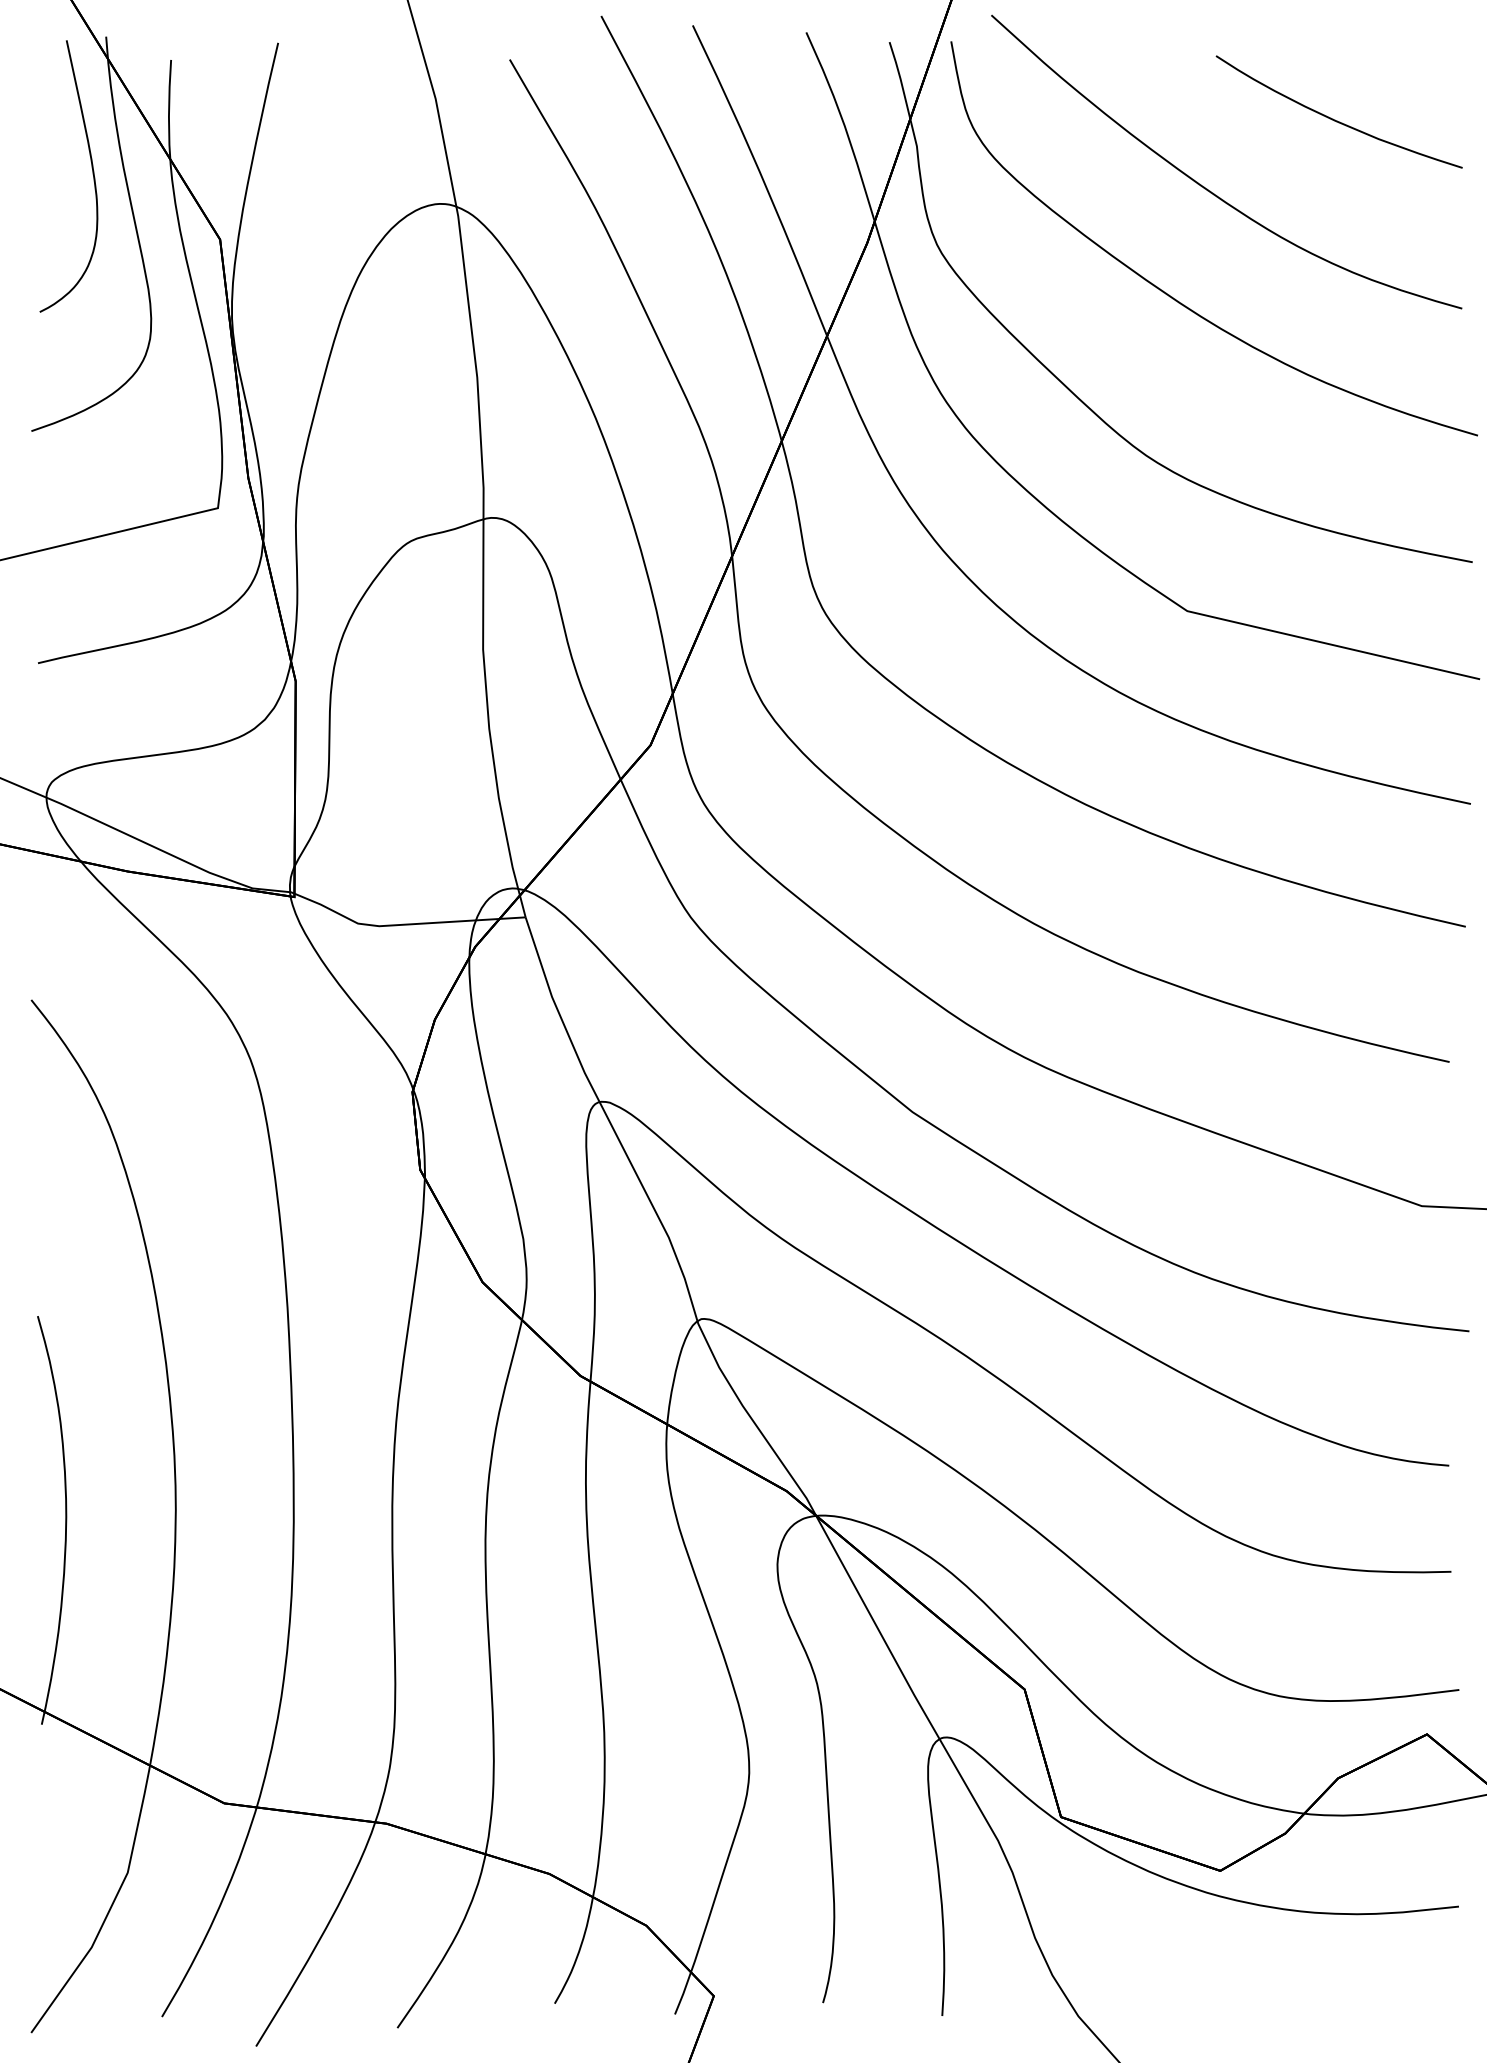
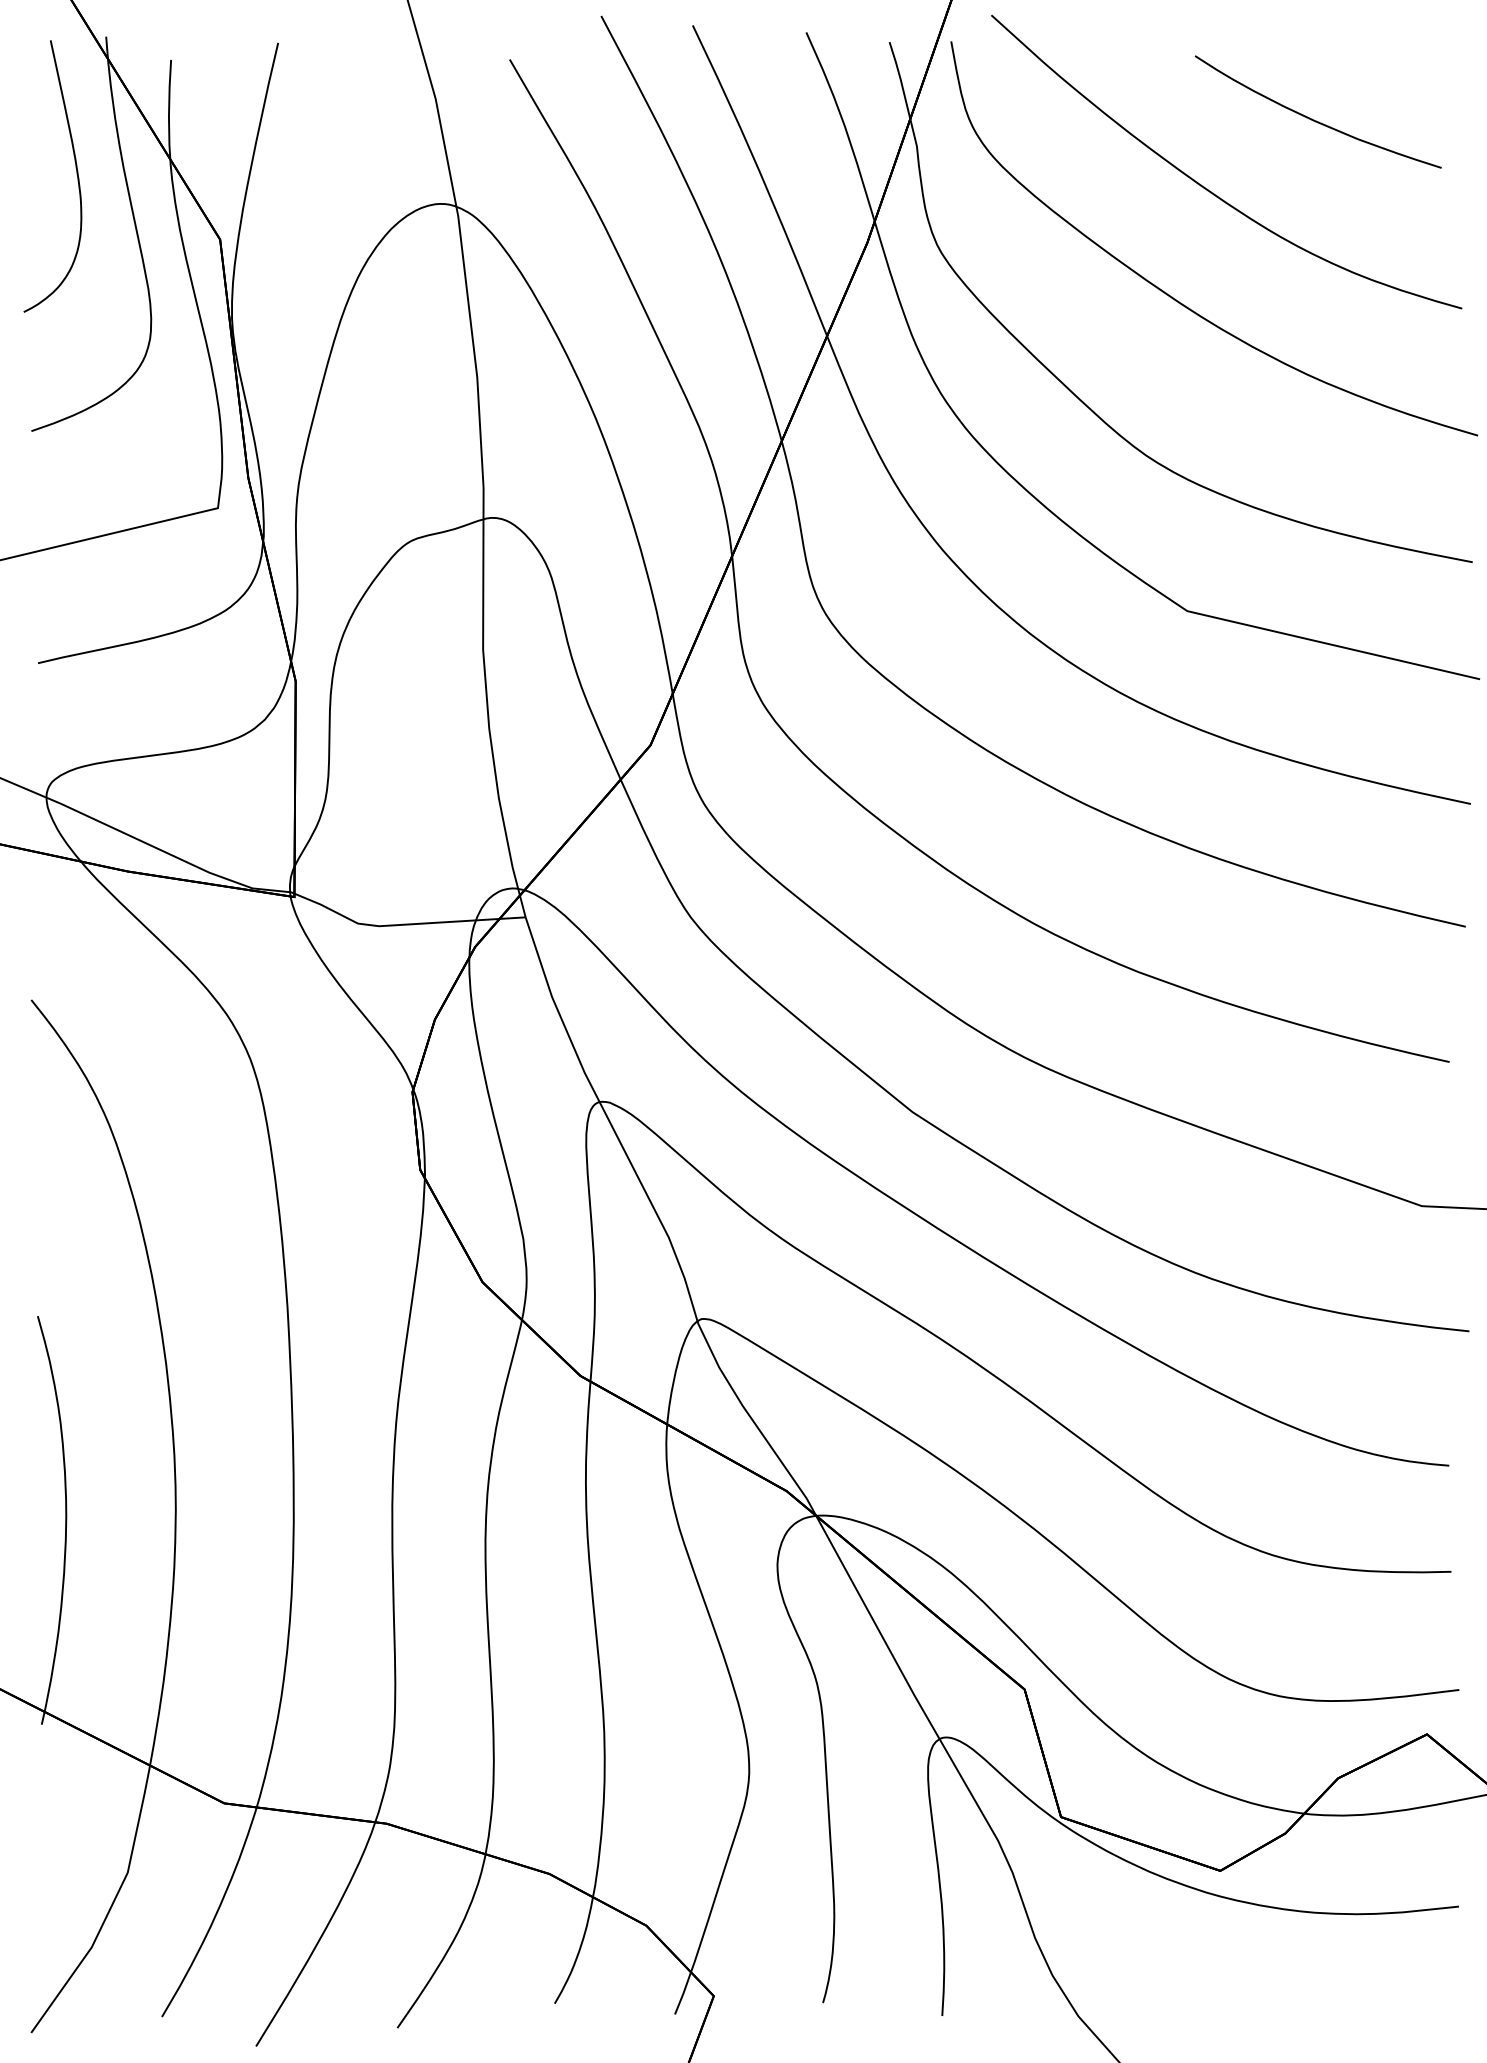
curve at (1335, 119) position: (1335, 119) -> (1314, 119)
curve at (92, 174) position: (92, 174) -> (76, 174)
